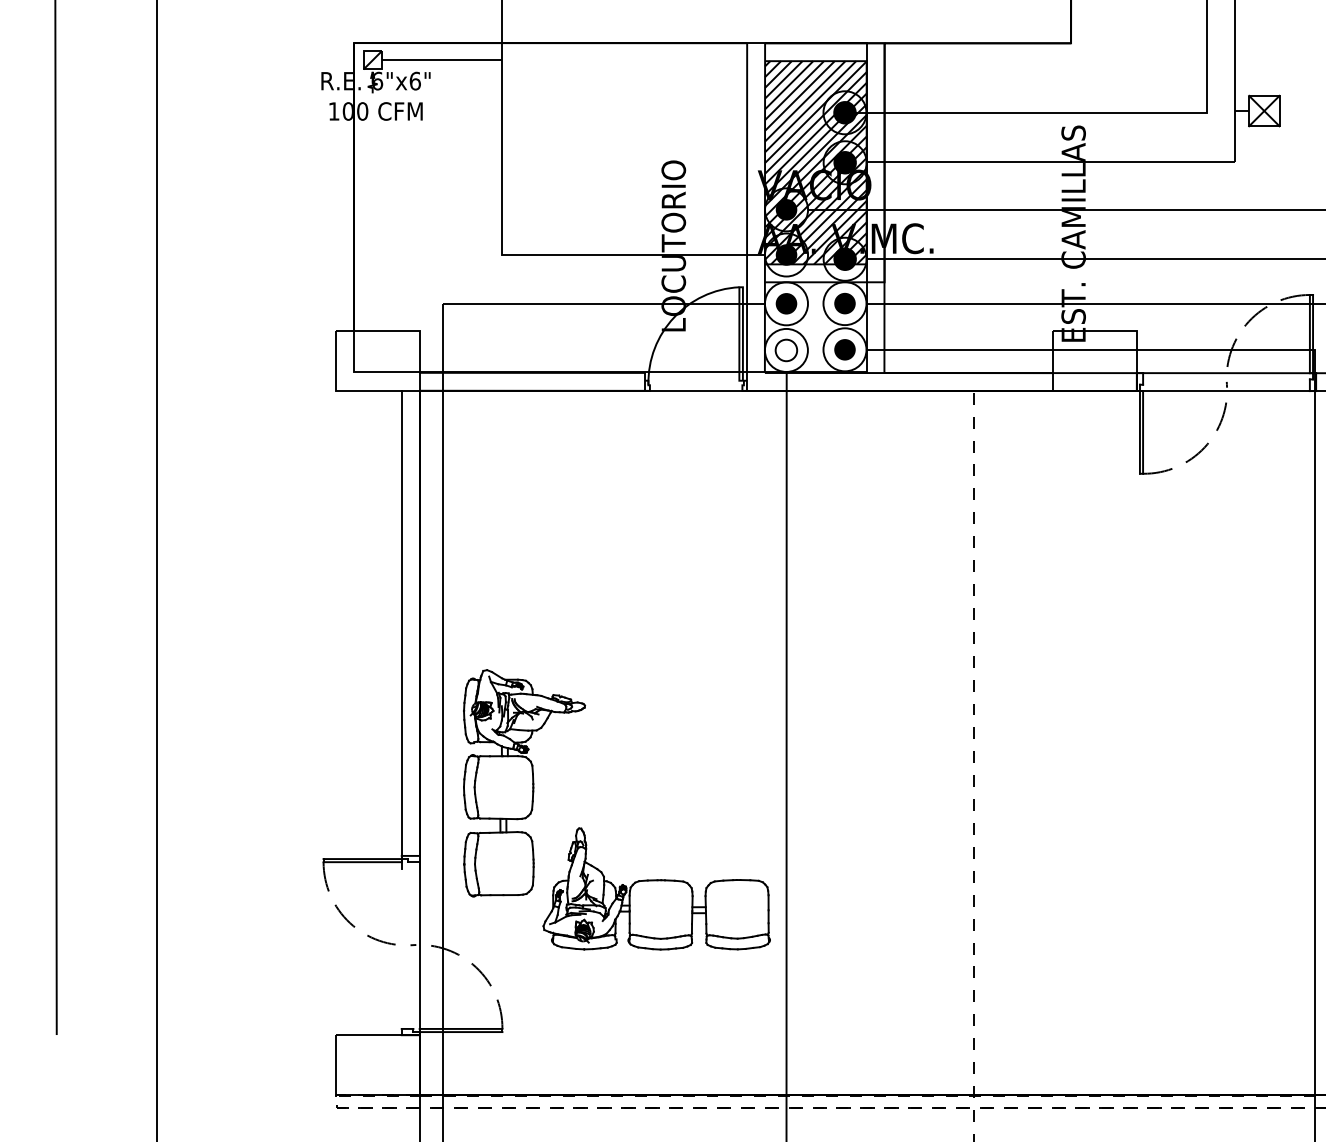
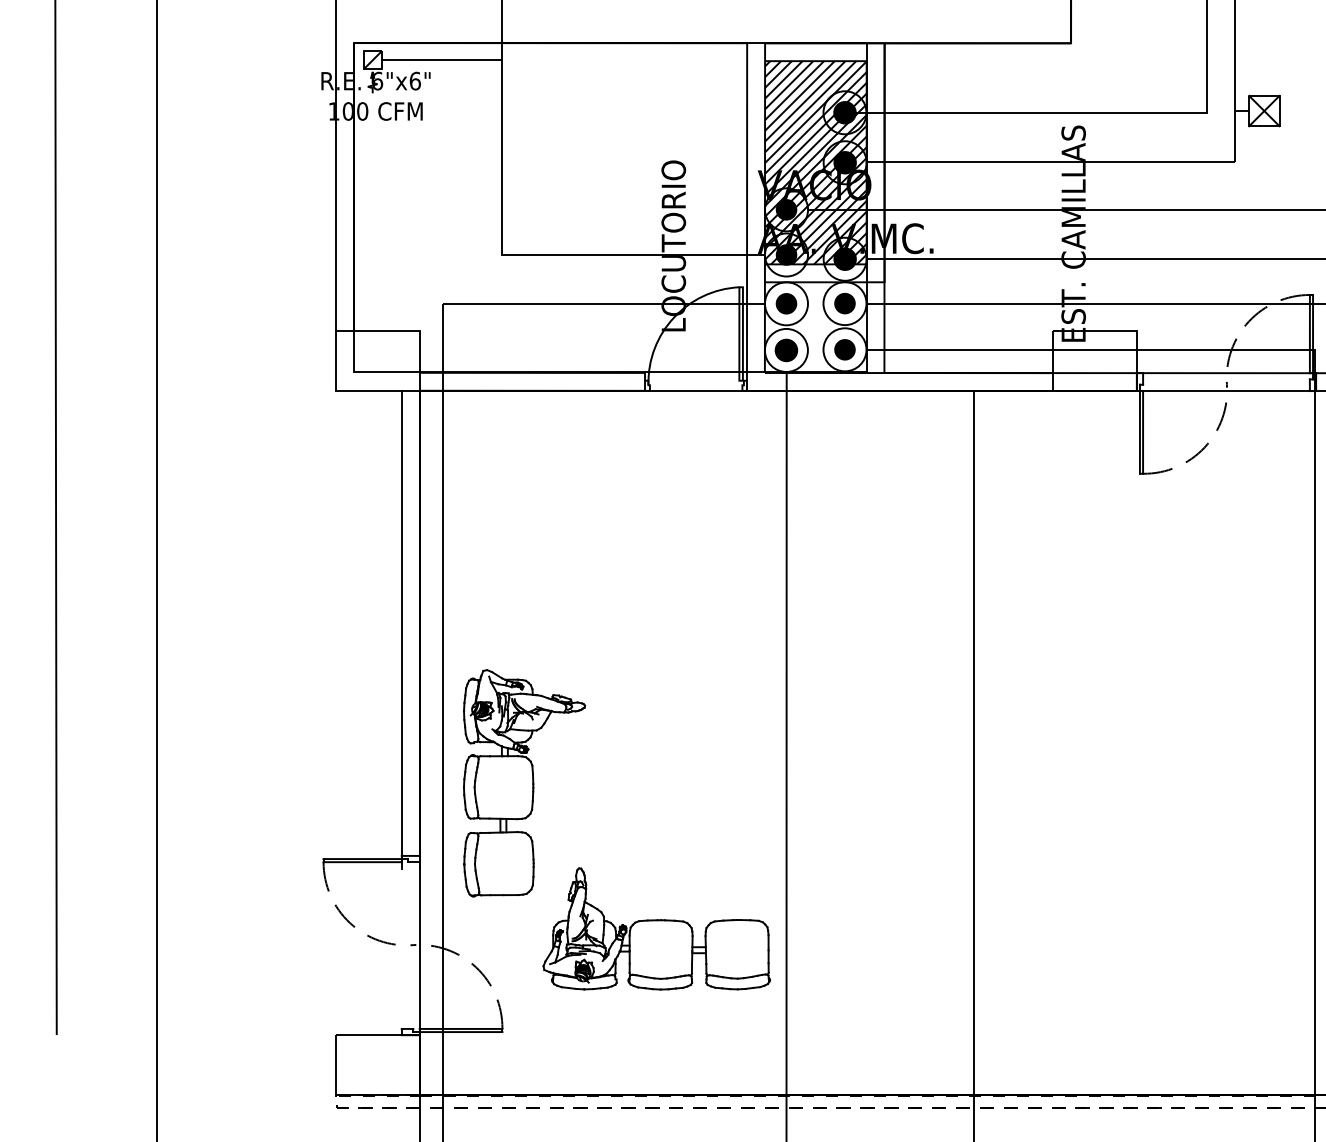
line at (336, 166): none -> present
fill at (786, 350): none -> present
line at (974, 765): dashed -> solid
part at (656, 888) position: (656, 888) -> (656, 928)
